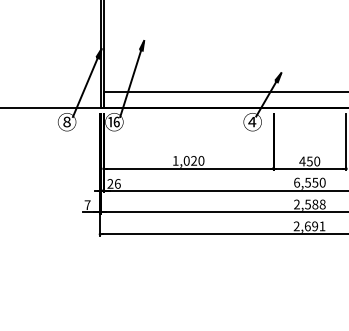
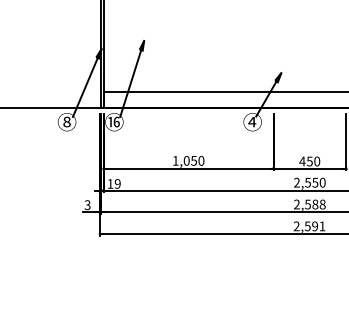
text at (194, 160): 1,020 -> 1,050
text at (297, 182): 6,550 -> 2,550
text at (113, 183): 26 -> 19
text at (87, 205): 7 -> 3
text at (307, 226): 2,691 -> 2,591
